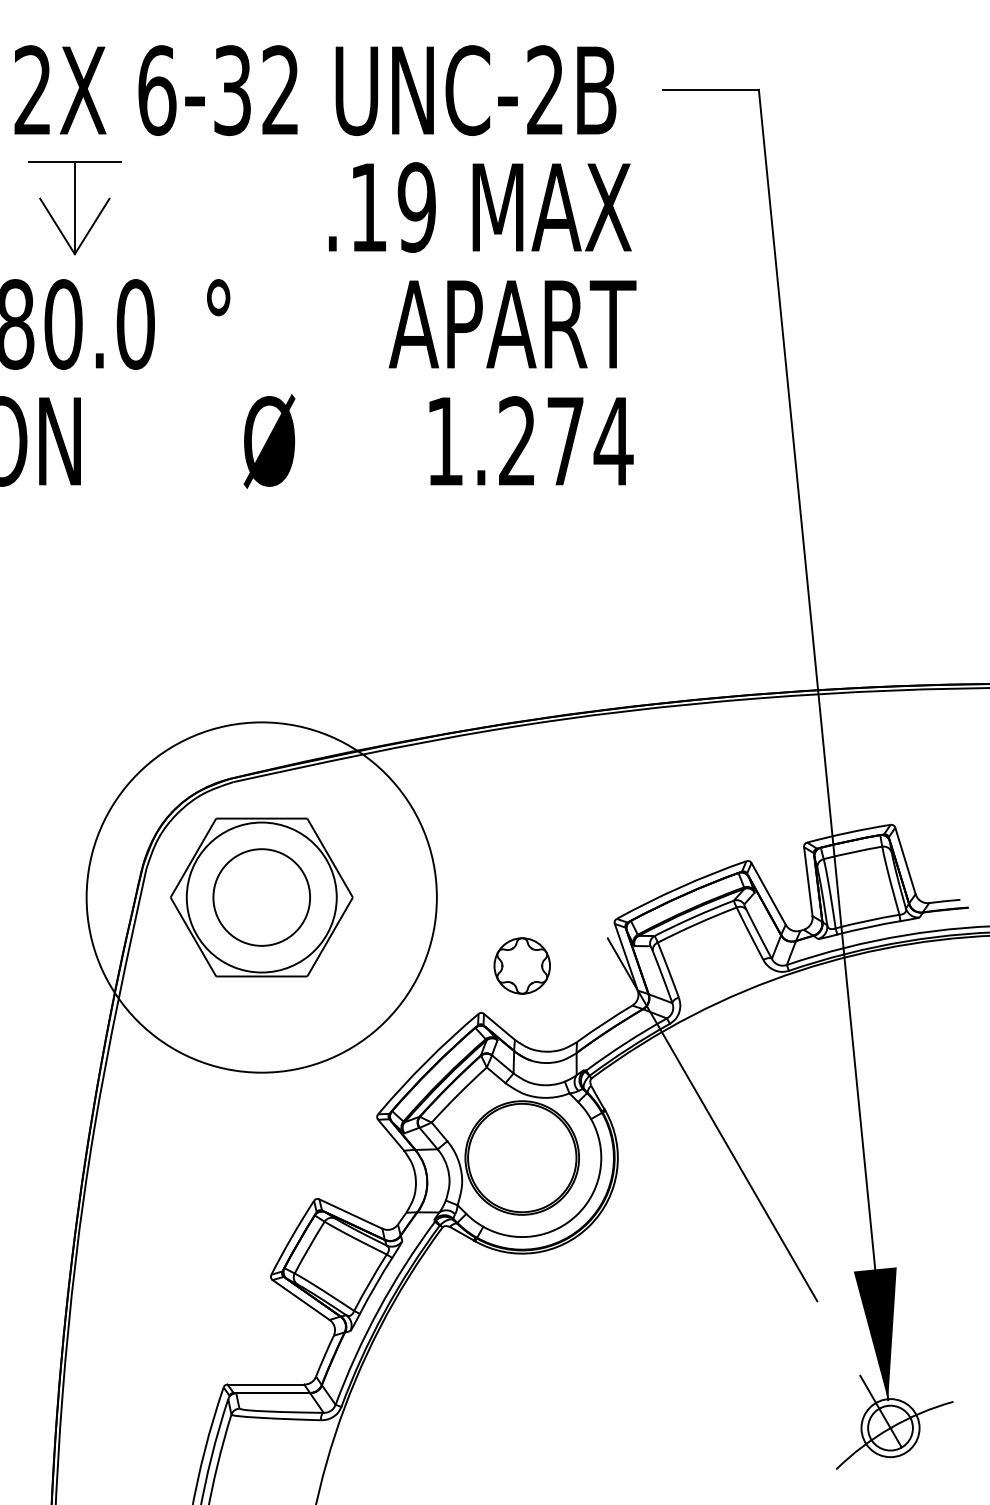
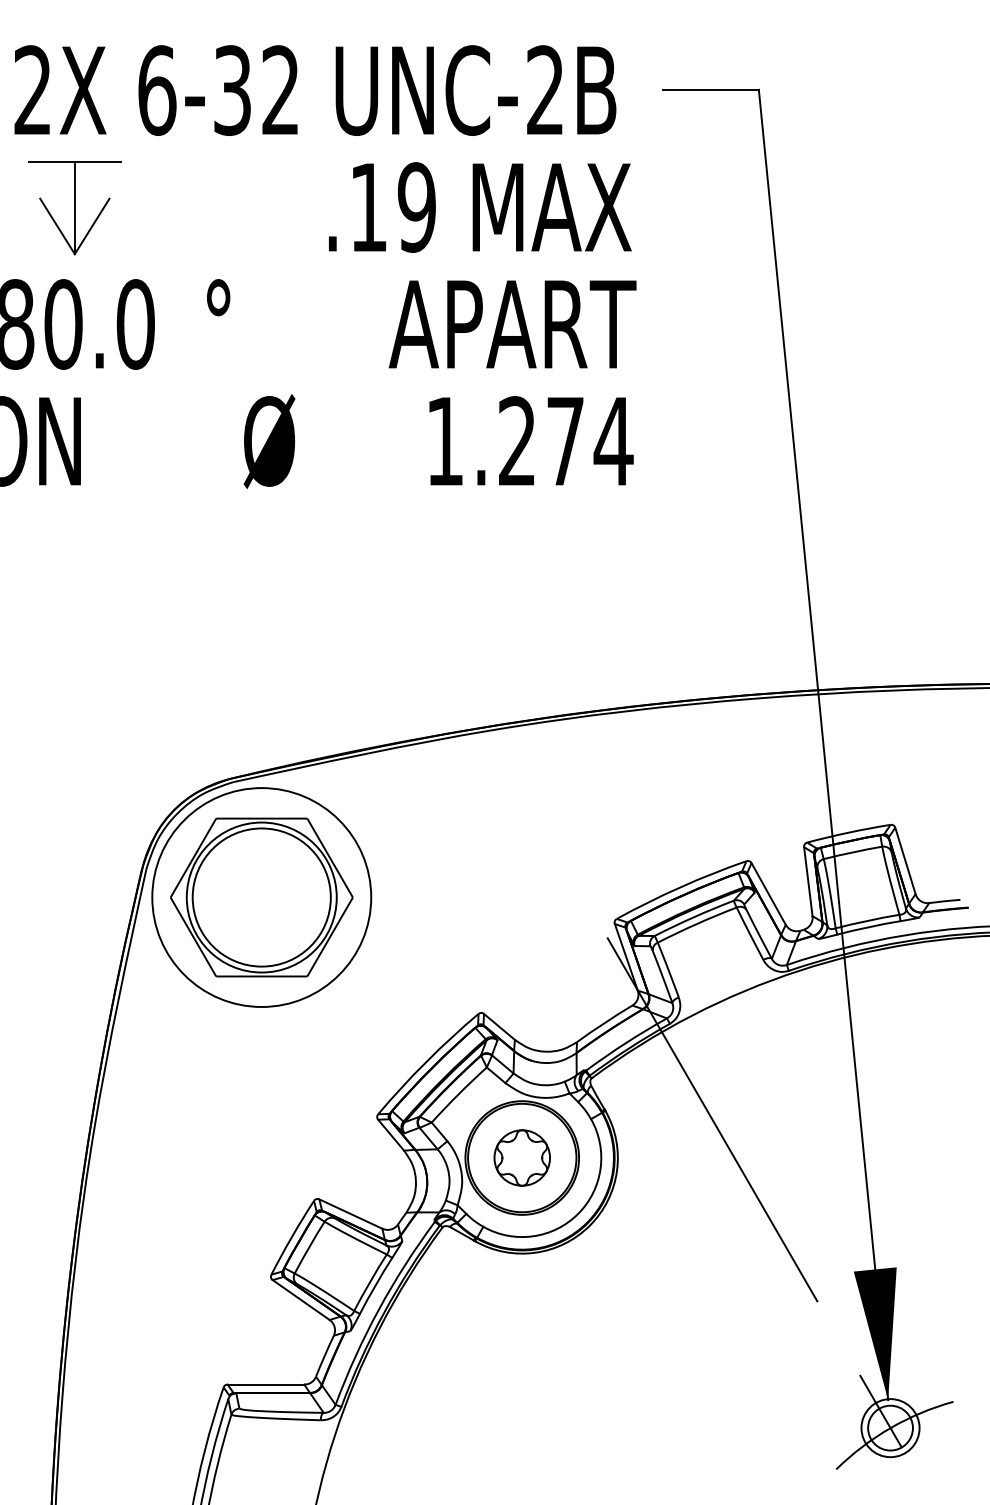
circle at (261, 897) diameter: 350 px -> 219 px
circle at (261, 897) diameter: 97 px -> 138 px
part at (521, 965) position: (521, 965) -> (521, 1157)
